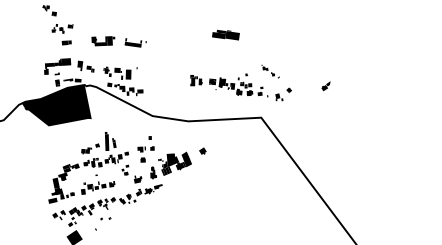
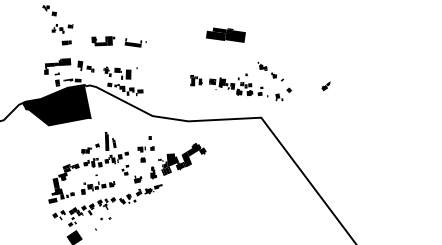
part at (225, 34) size: 28x12 px -> 40x16 px
part at (270, 71) size: 19x15 px -> 27x21 px
fill at (193, 149): none -> present
